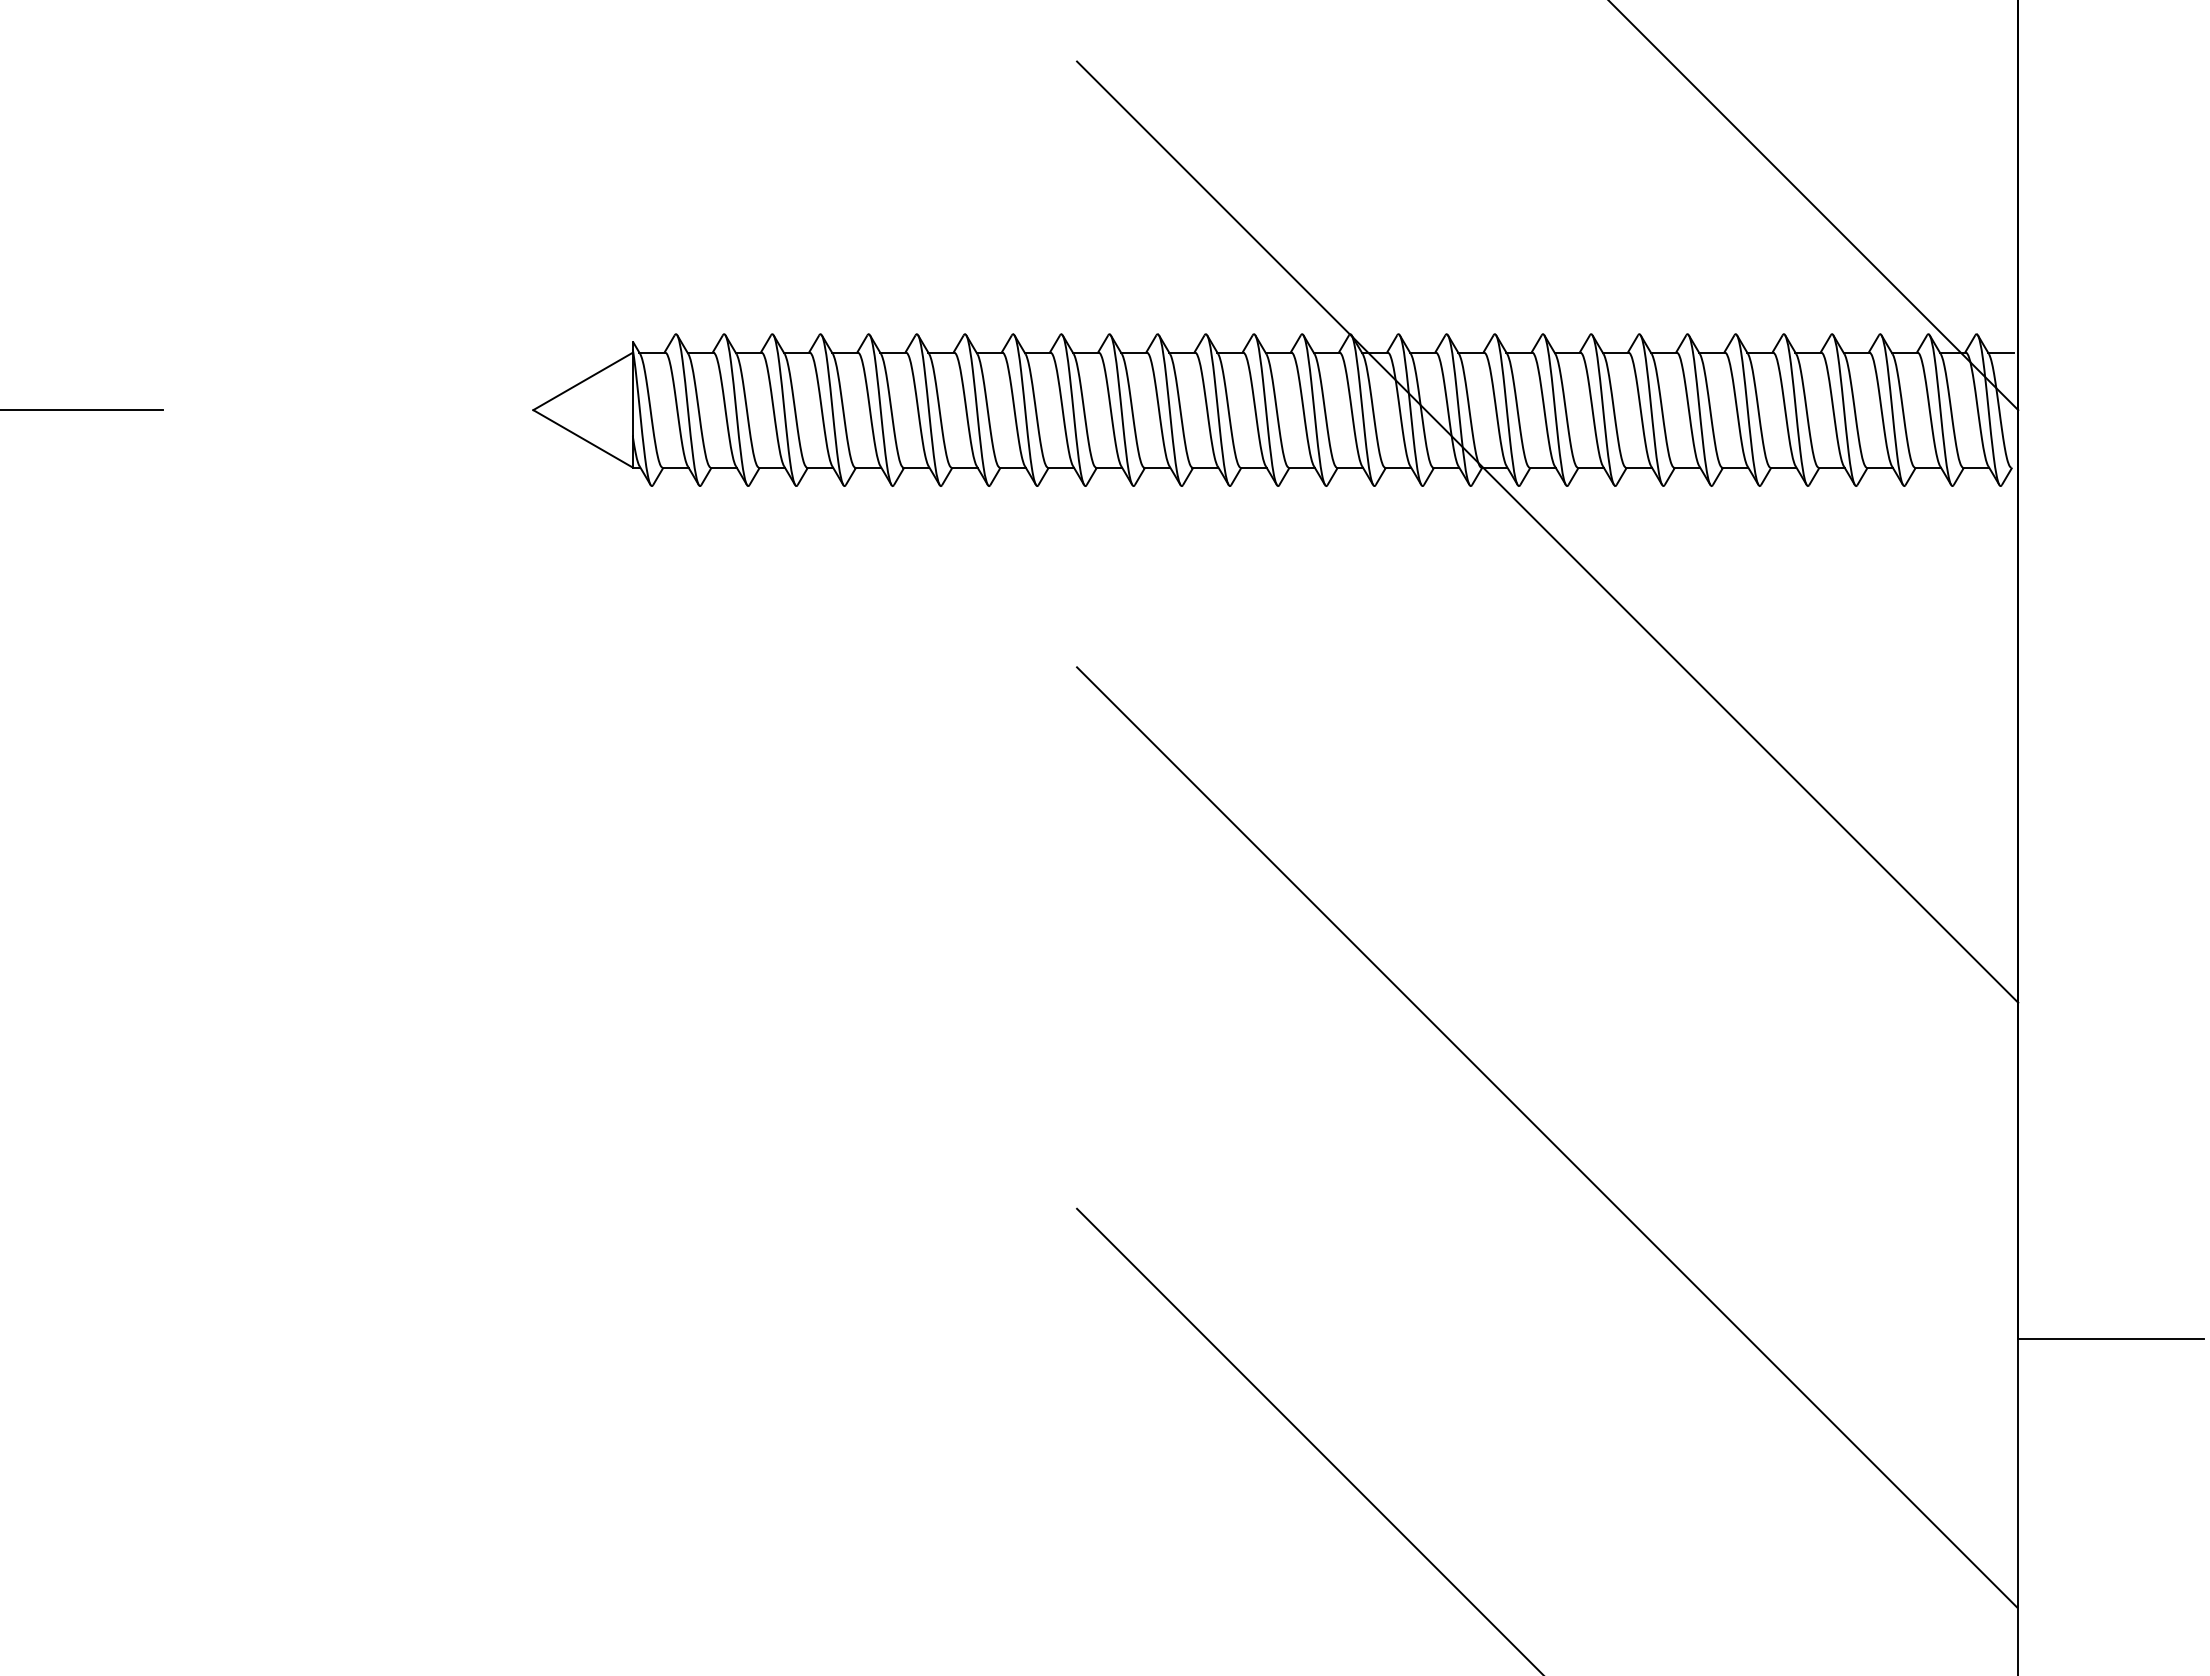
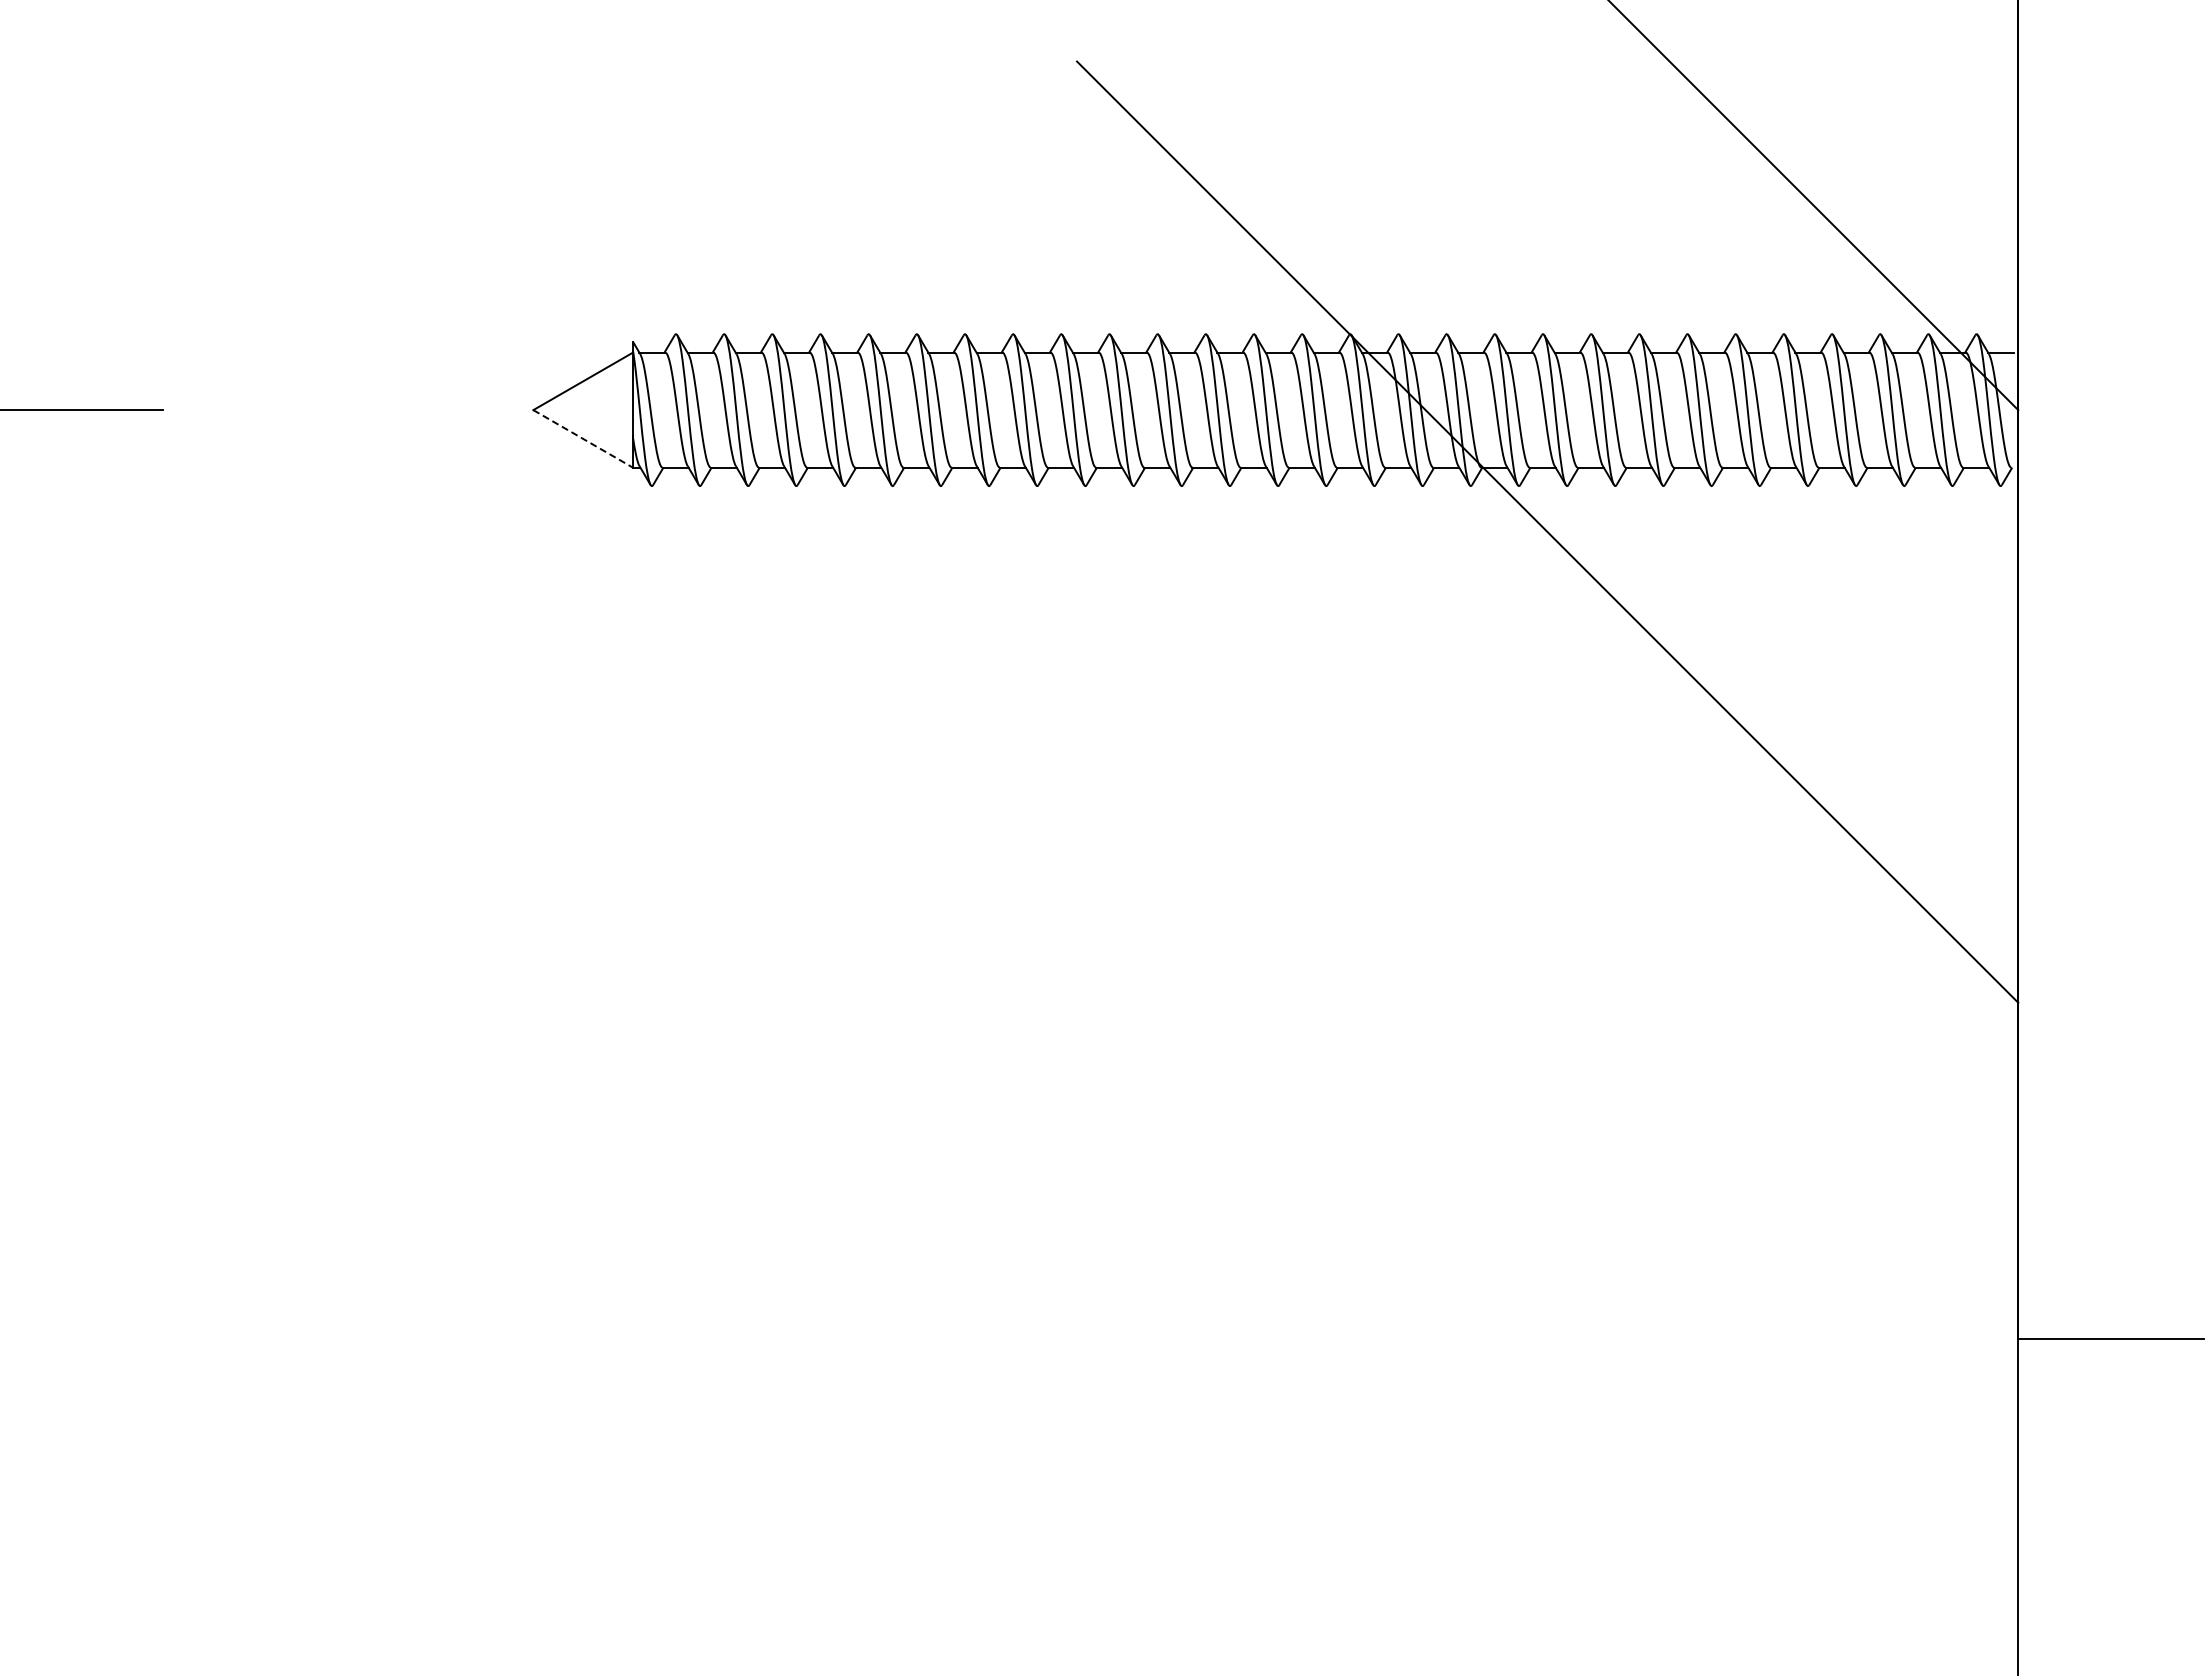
line at (583, 439): solid -> dashed
line at (1547, 1137): present -> none
line at (1309, 1440): present -> none
